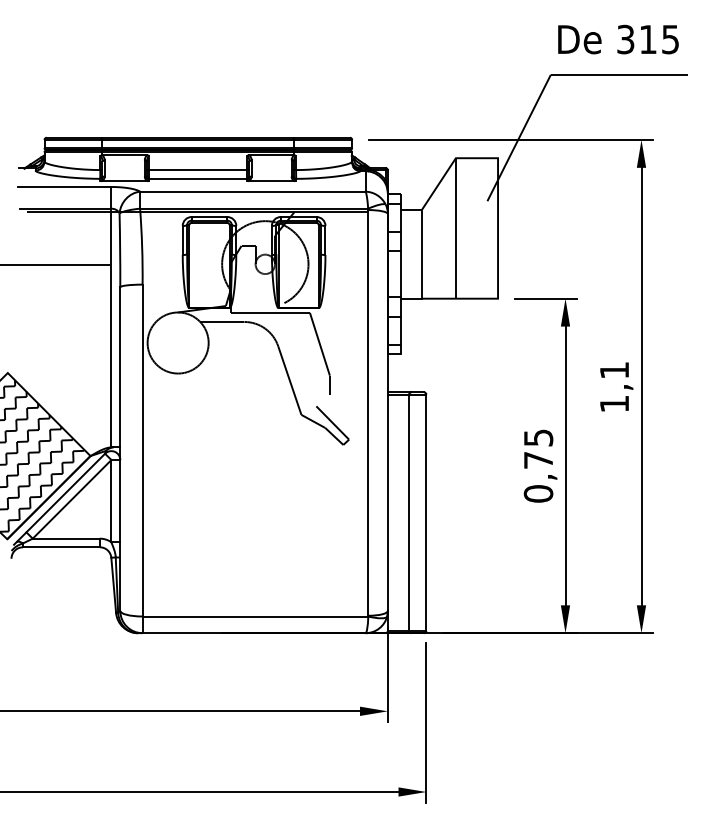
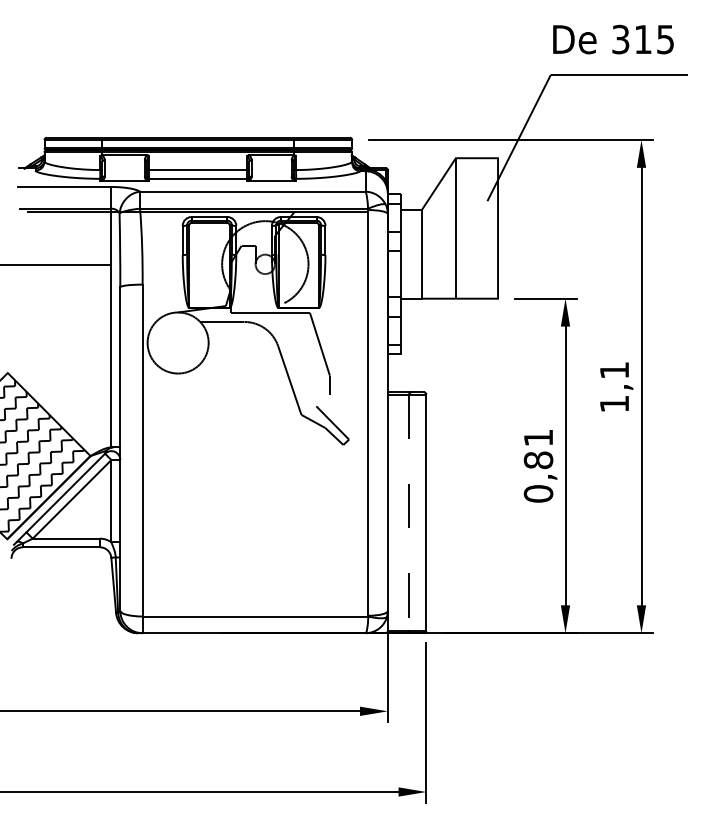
text at (618, 39) position: (618, 39) -> (613, 39)
text at (538, 449): 0,75 -> 0,81
line at (409, 513): solid -> dashed
